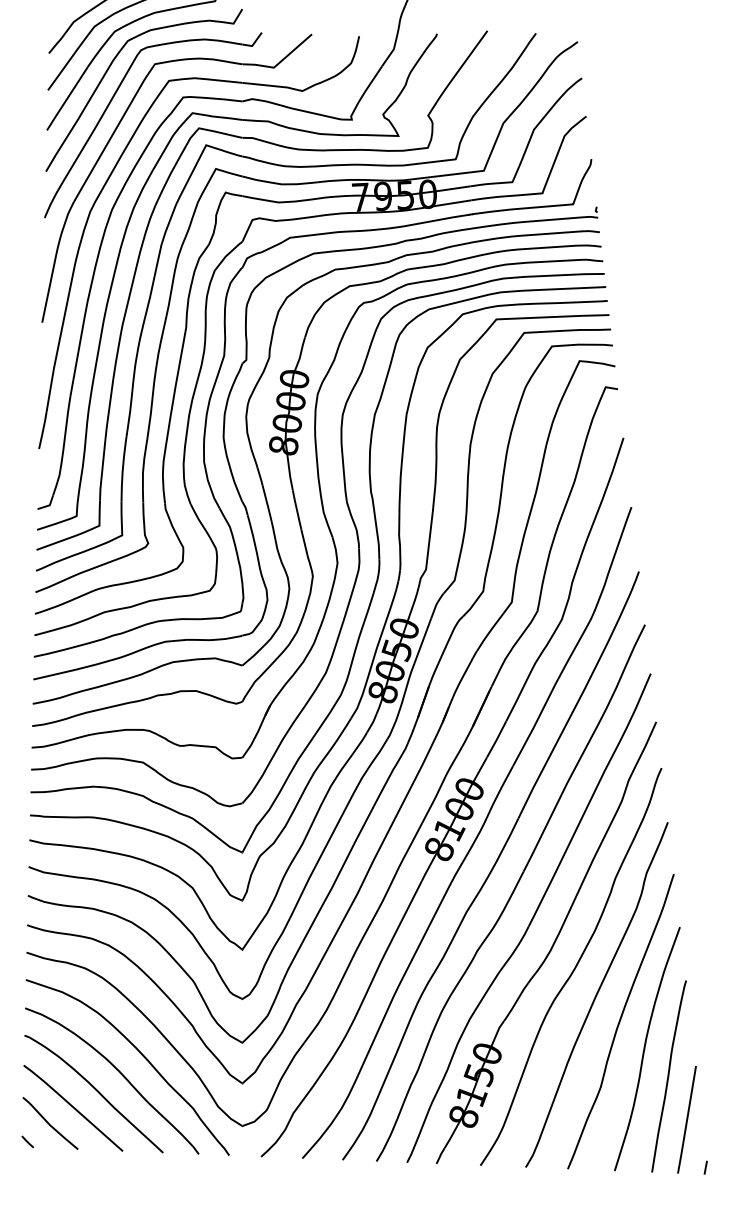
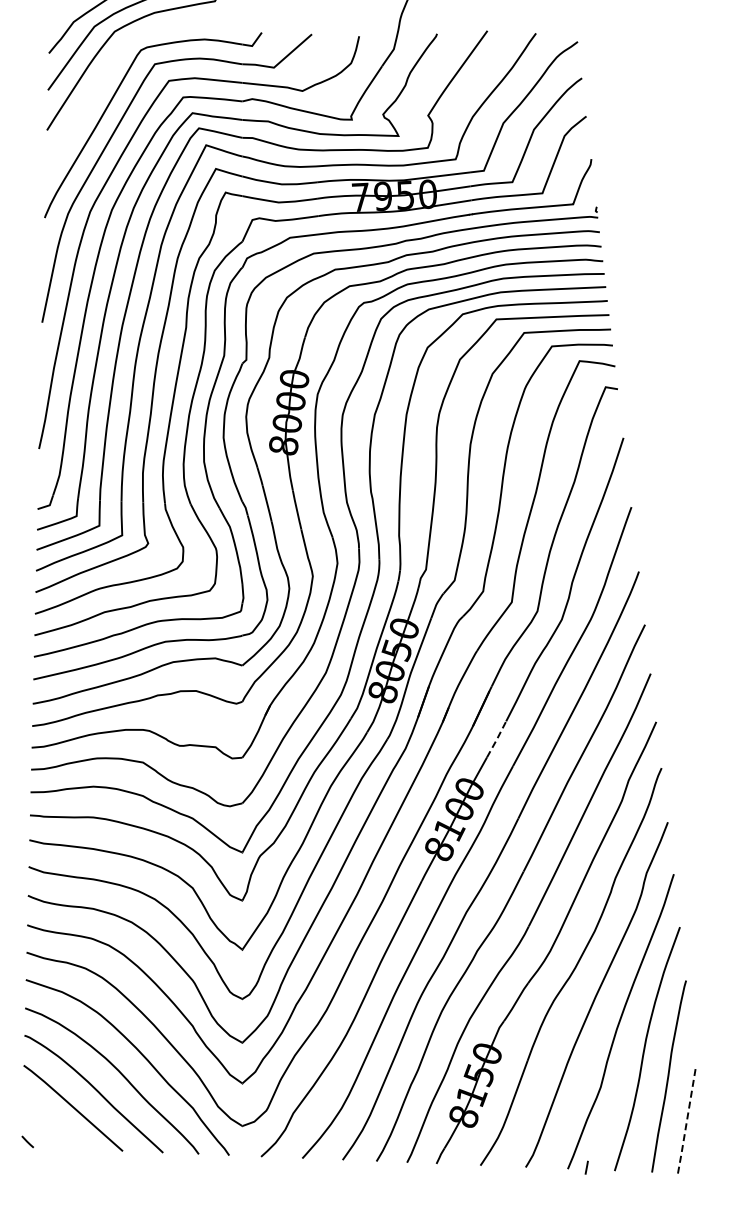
curve at (110, 67): present -> none
line at (496, 739): solid -> dashed
line at (687, 1120): solid -> dashed
curve at (49, 1123): present -> none
line at (705, 1167) position: (705, 1167) -> (586, 1167)
